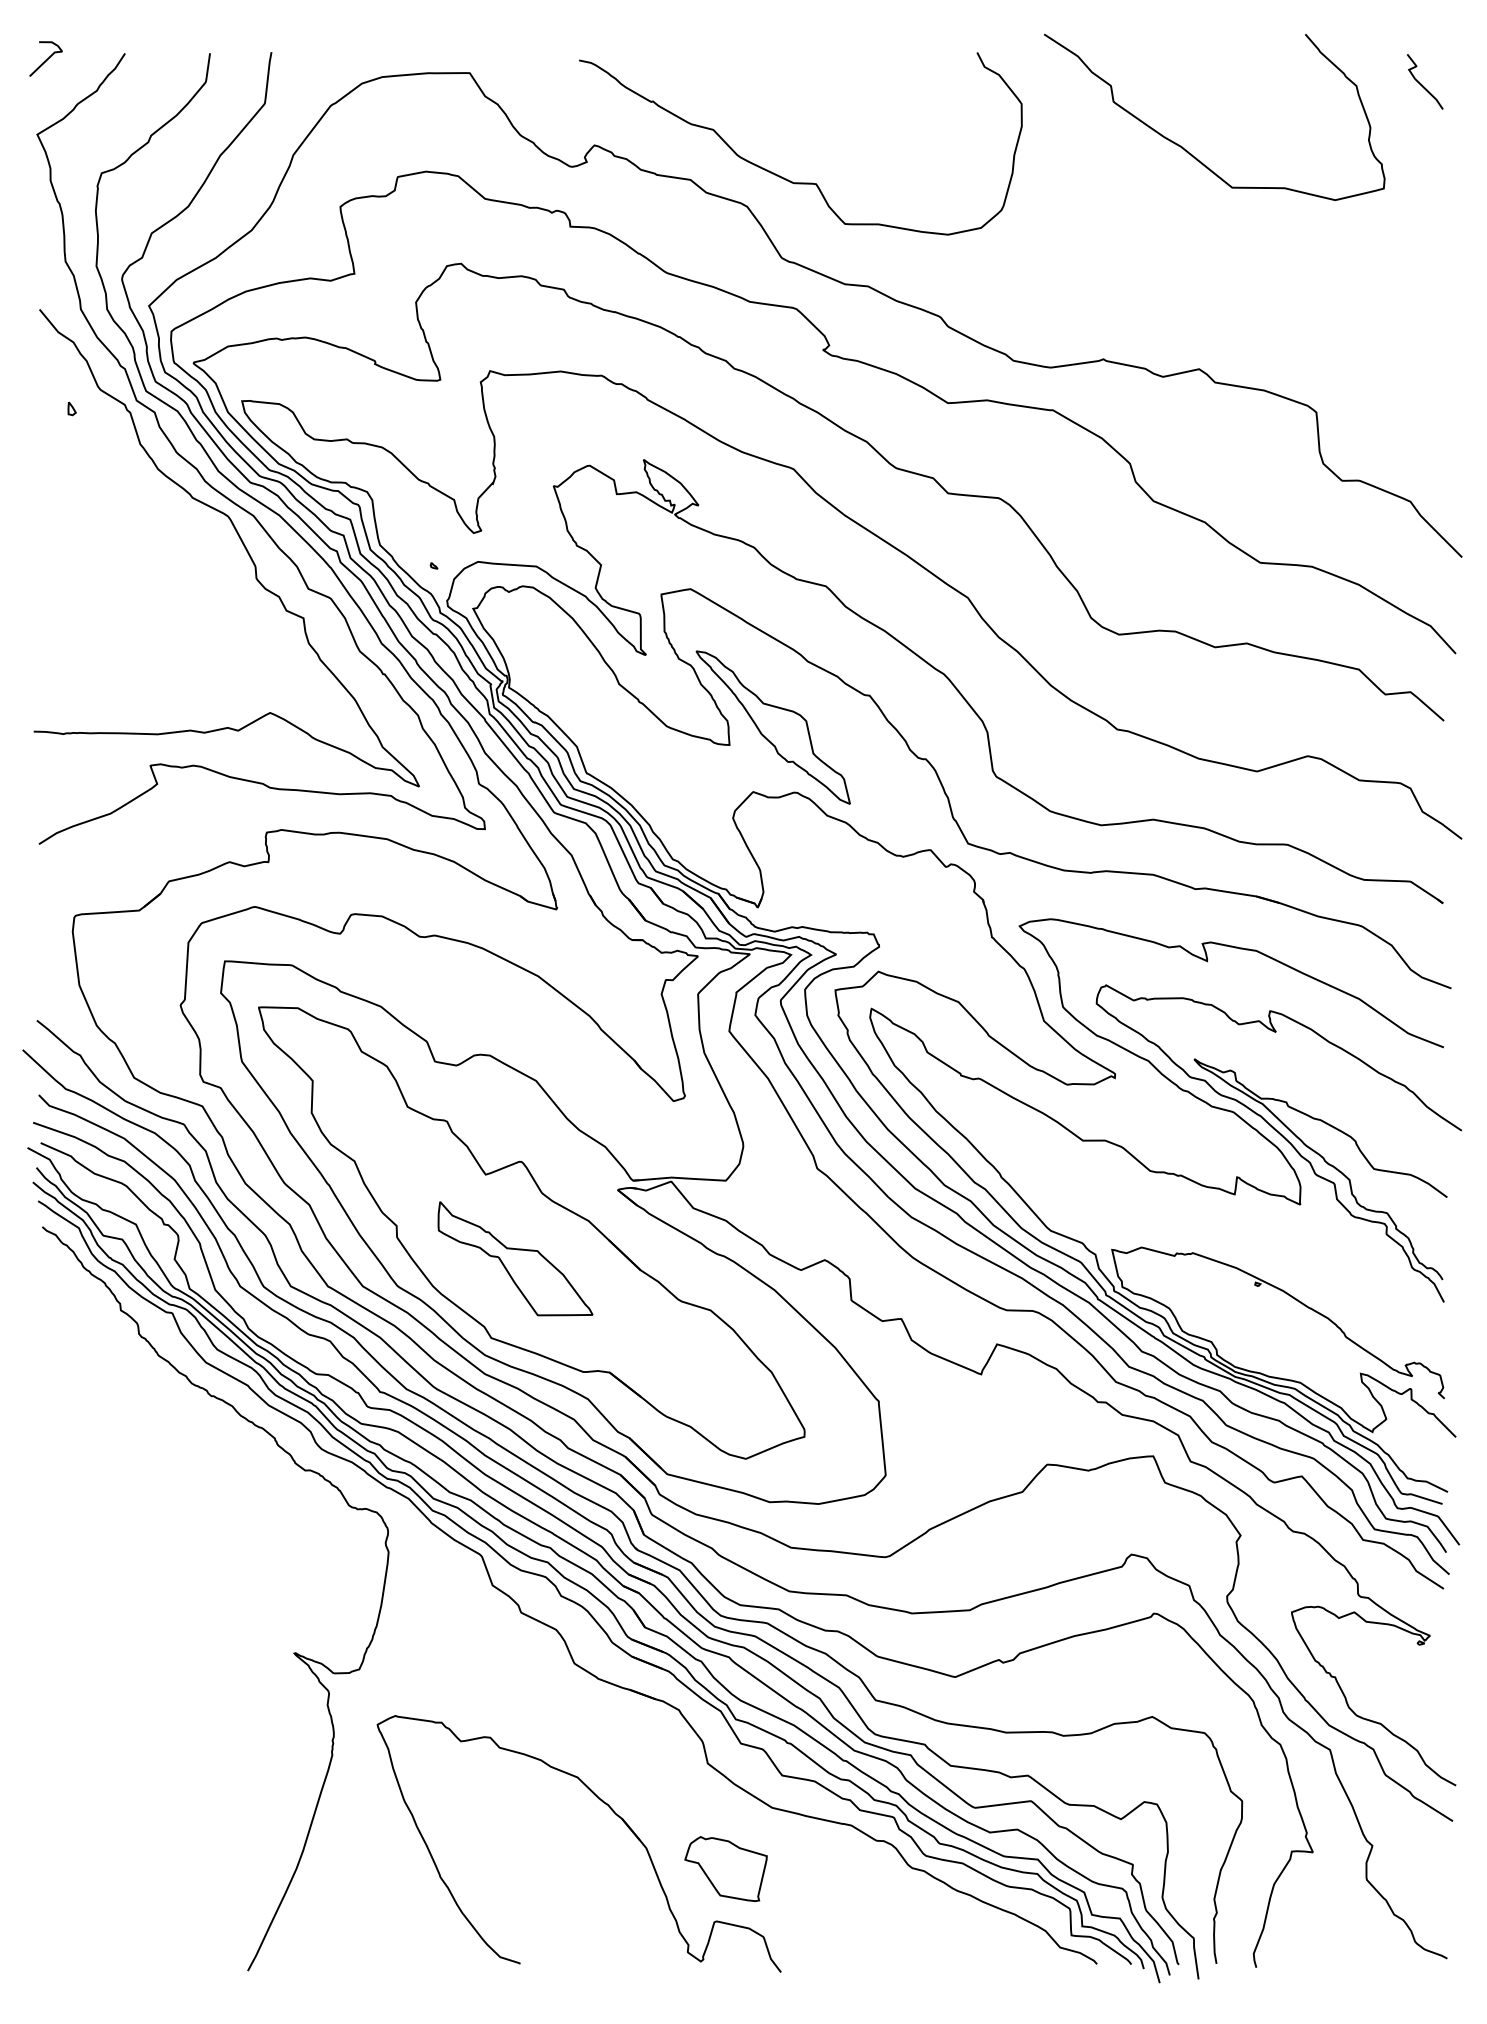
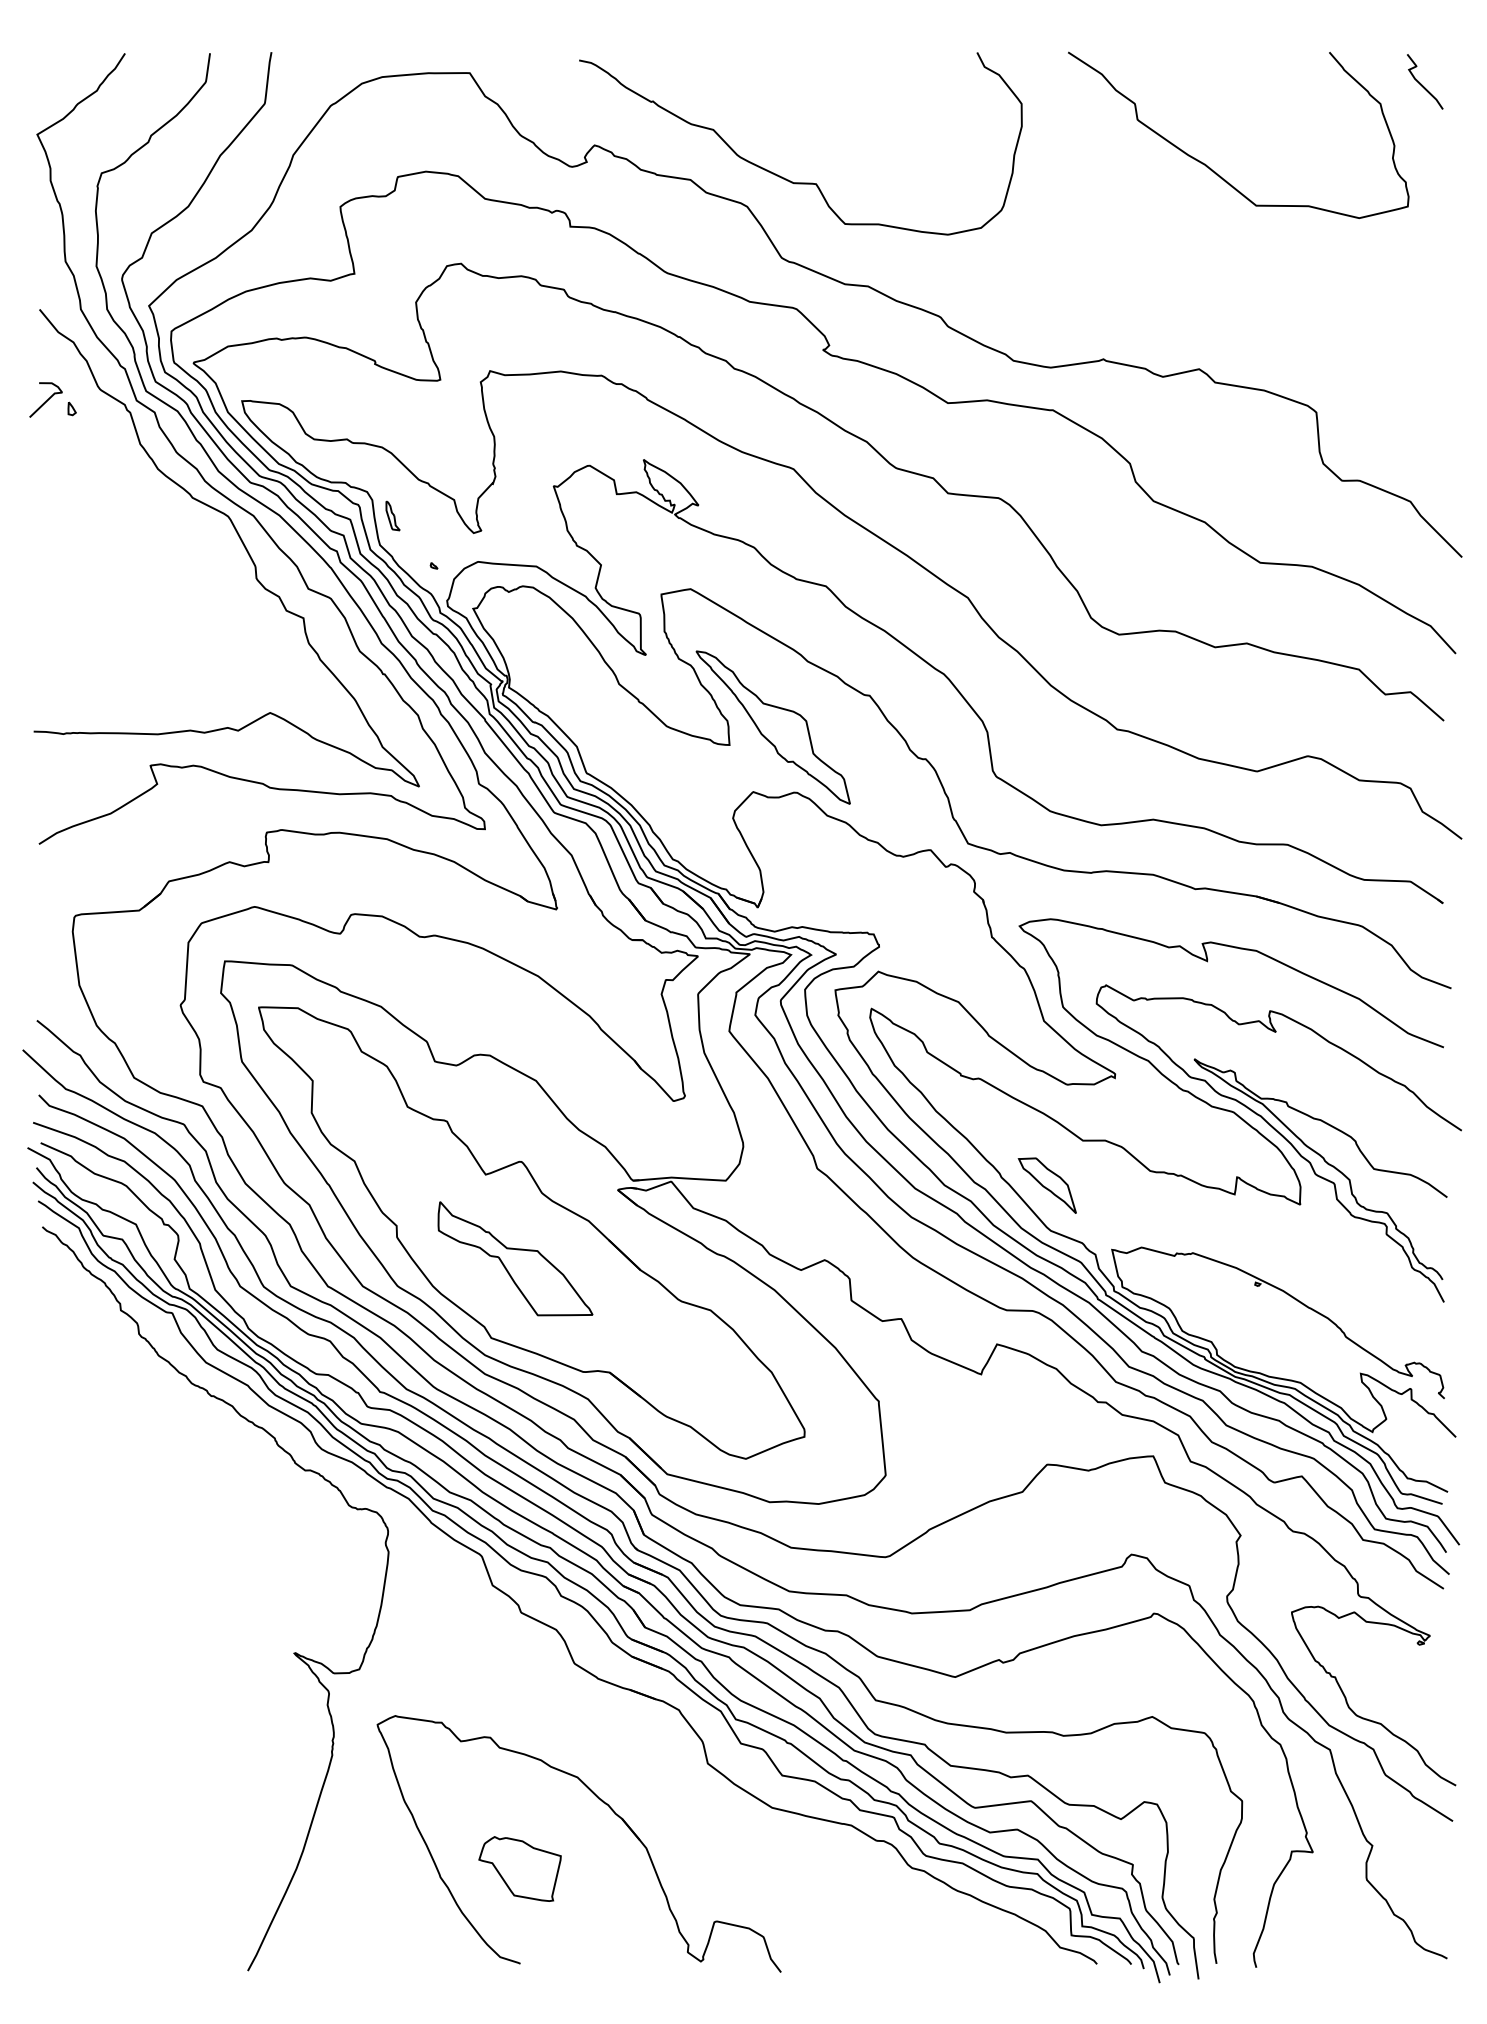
curve at (45, 59) position: (45, 59) -> (45, 400)
curve at (1186, 149) position: (1186, 149) -> (1210, 167)
part at (392, 515): none -> present
part at (1046, 1185): none -> present
part at (725, 1868) position: (725, 1868) -> (519, 1868)
